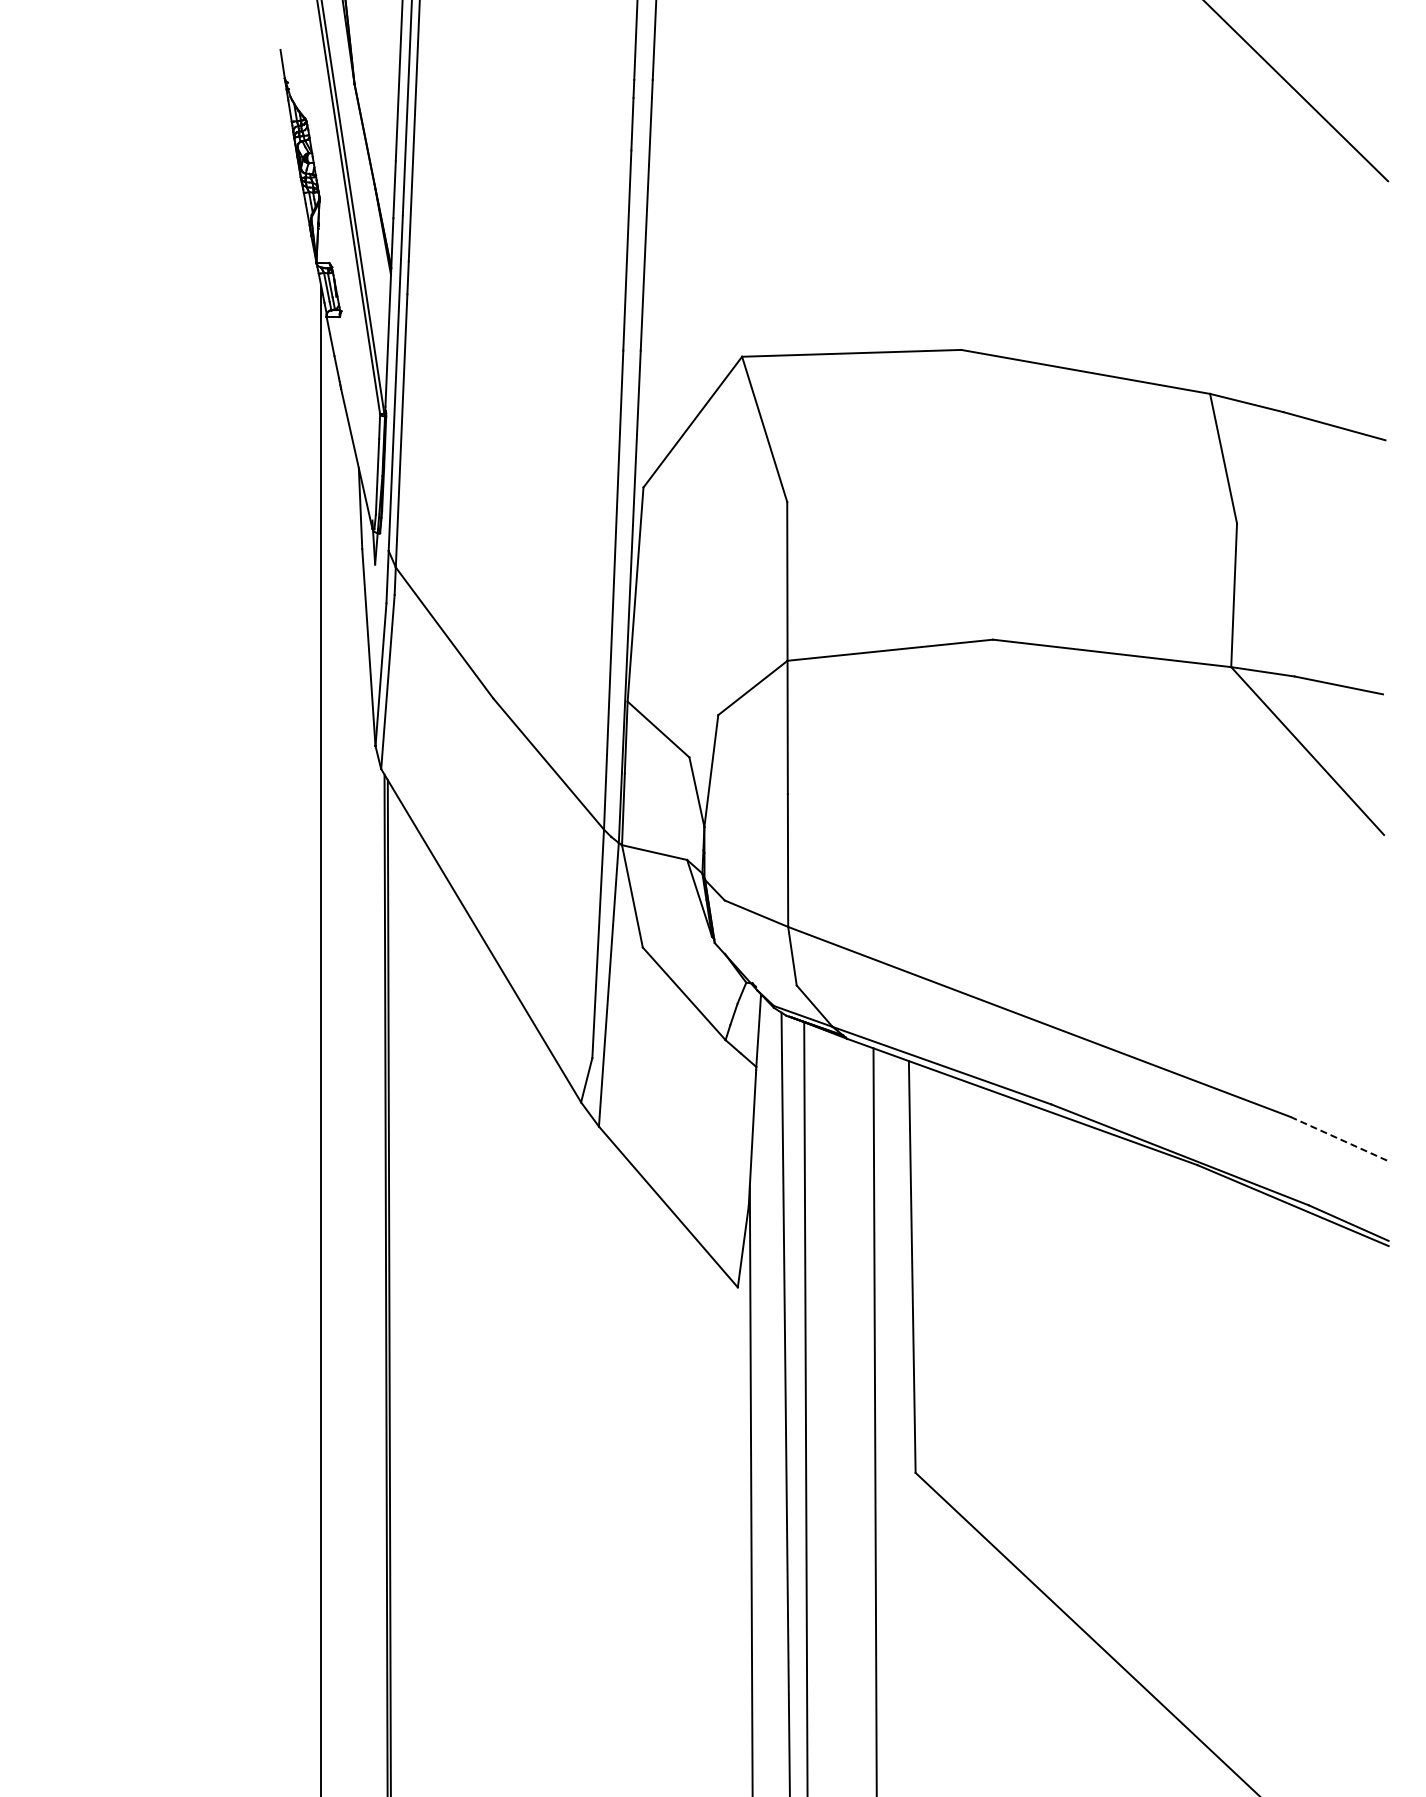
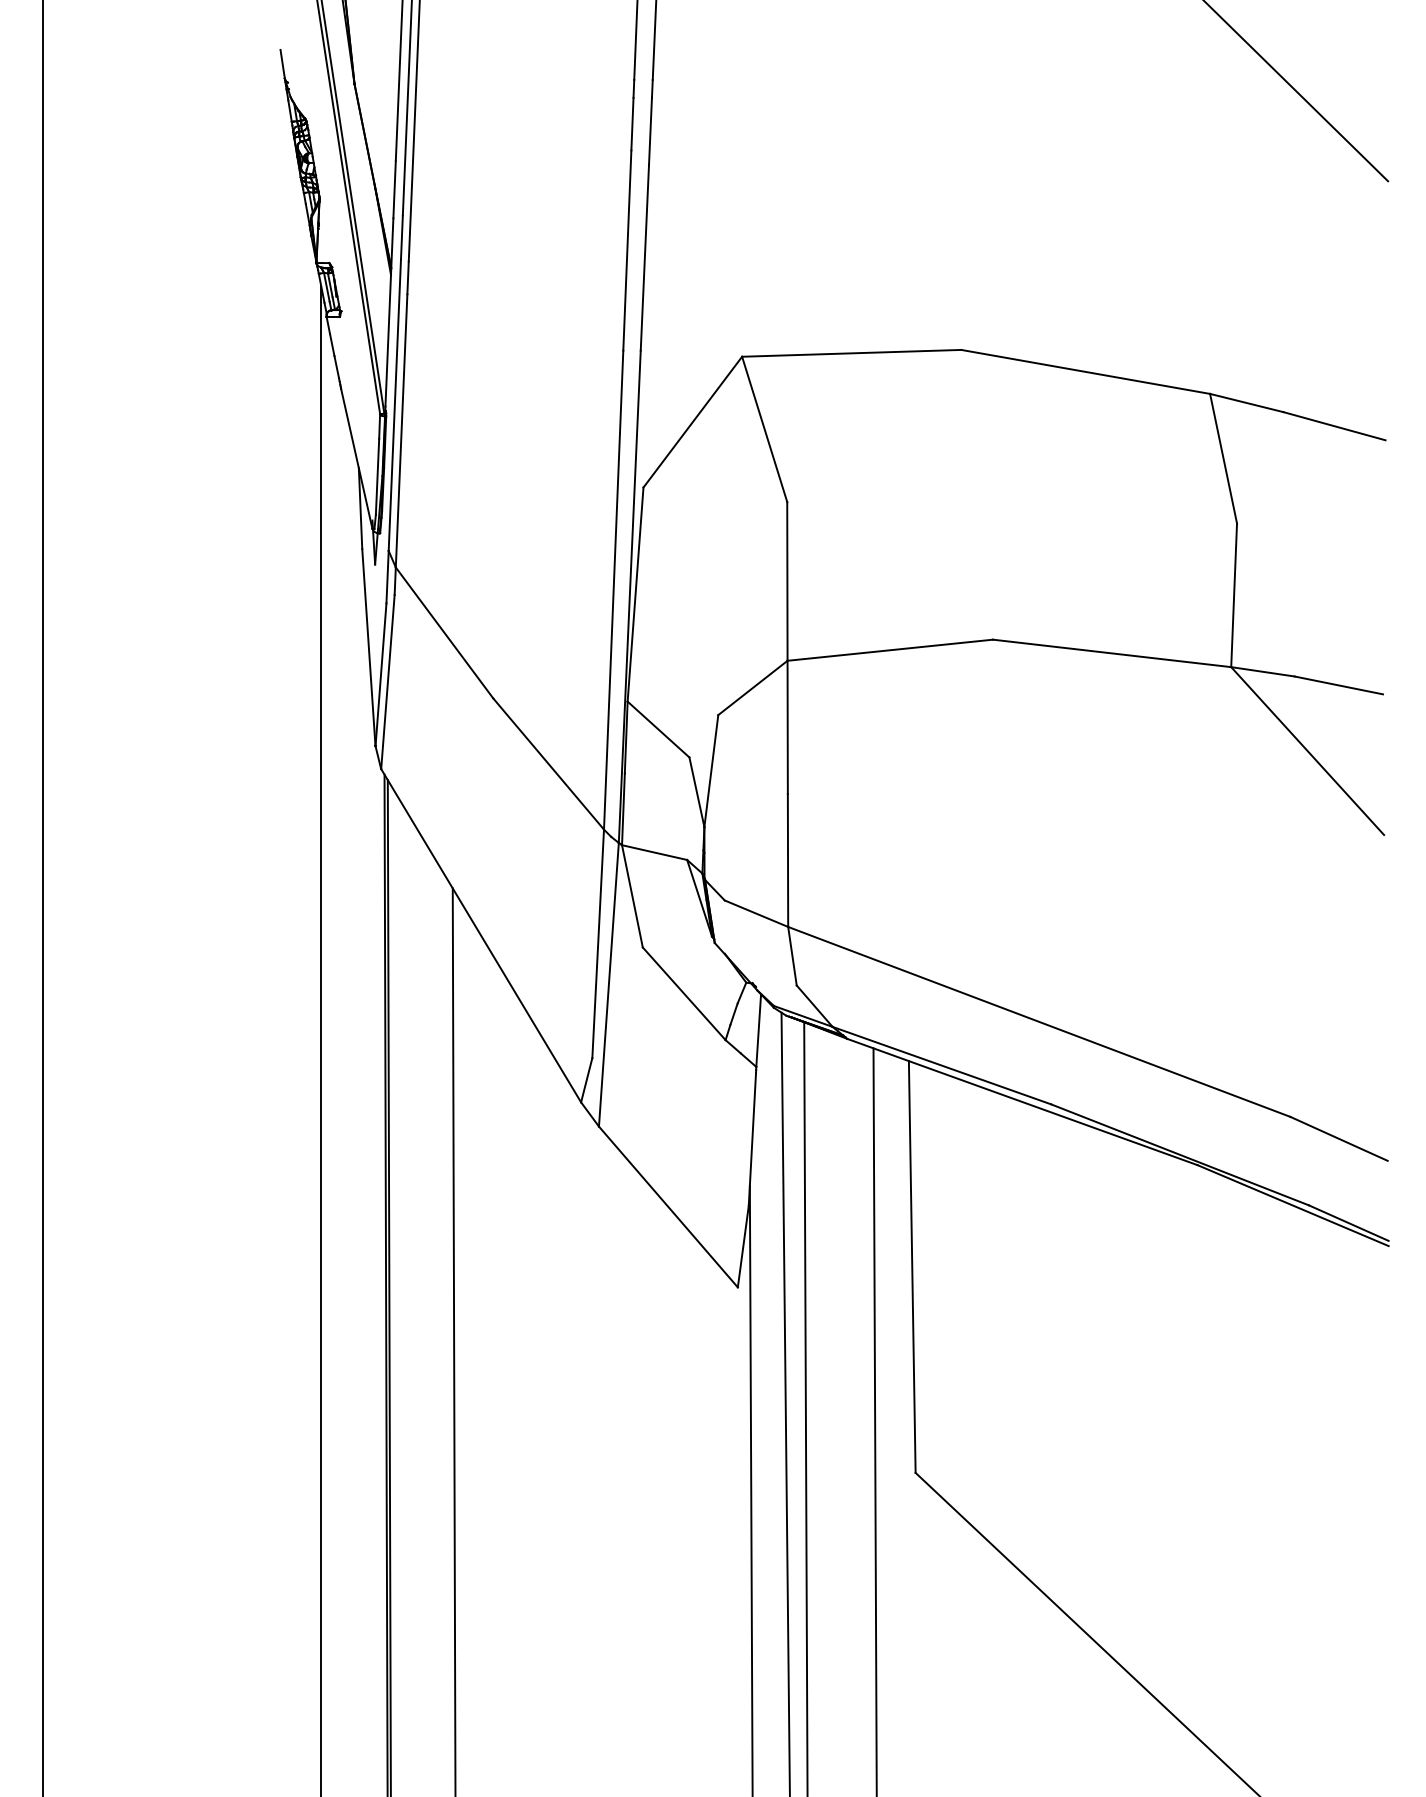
line at (42, 897): none -> present
line at (1339, 1139): dashed -> solid
line at (453, 1340): none -> present
